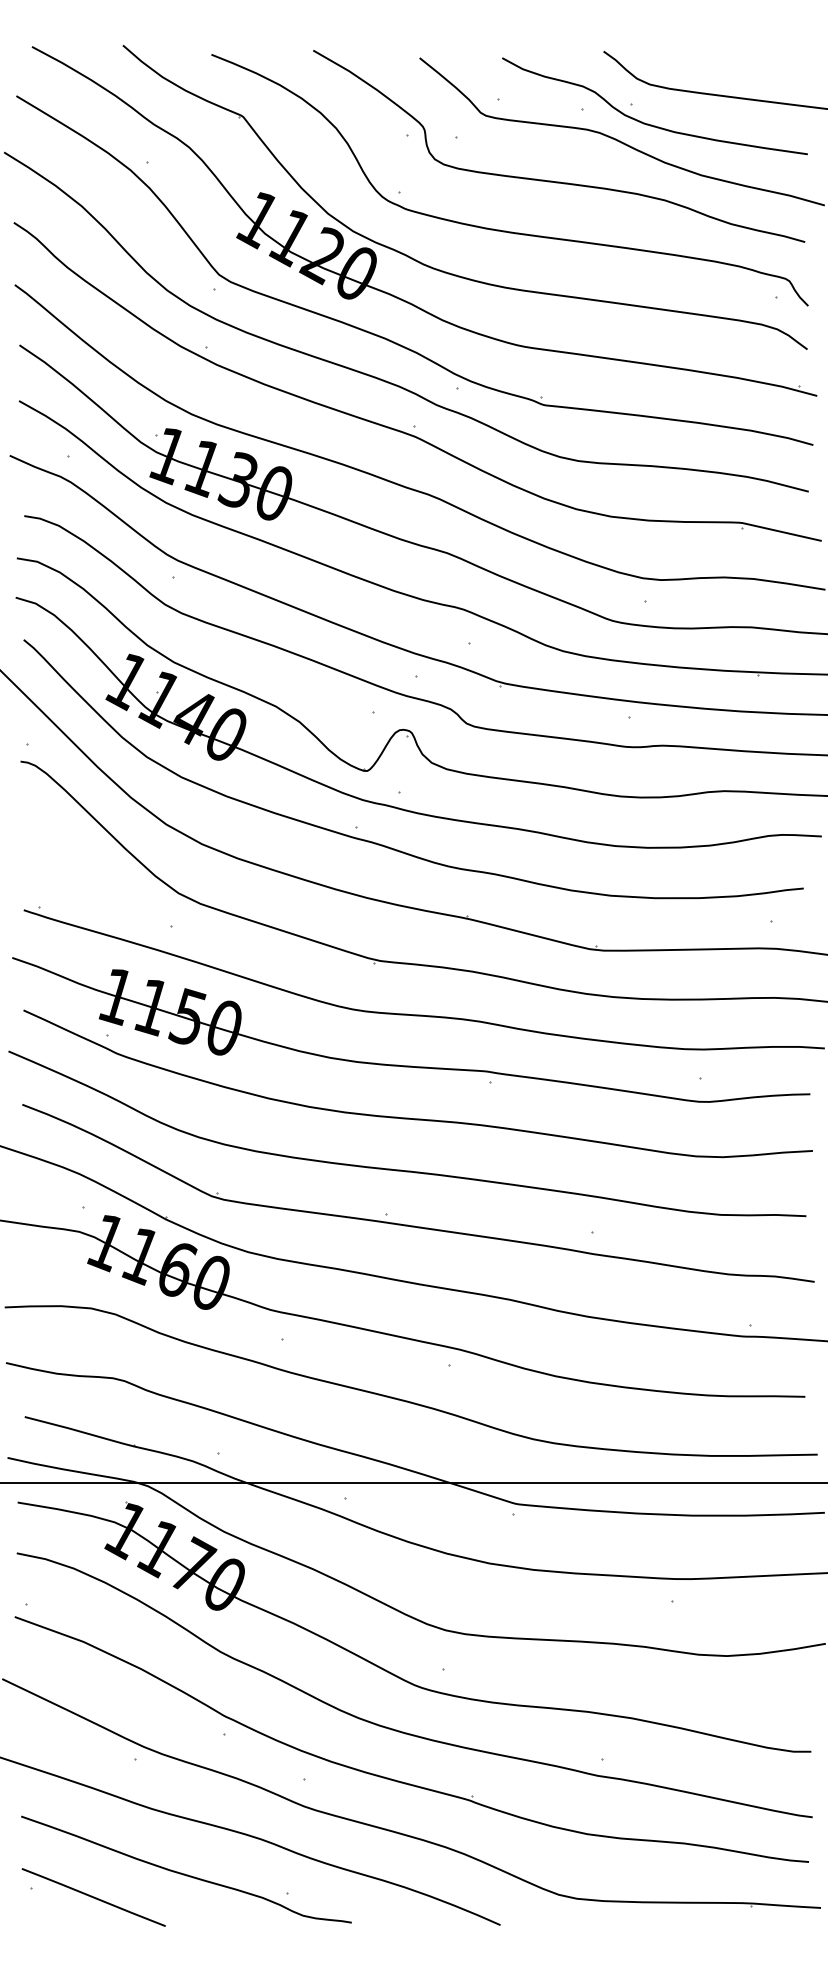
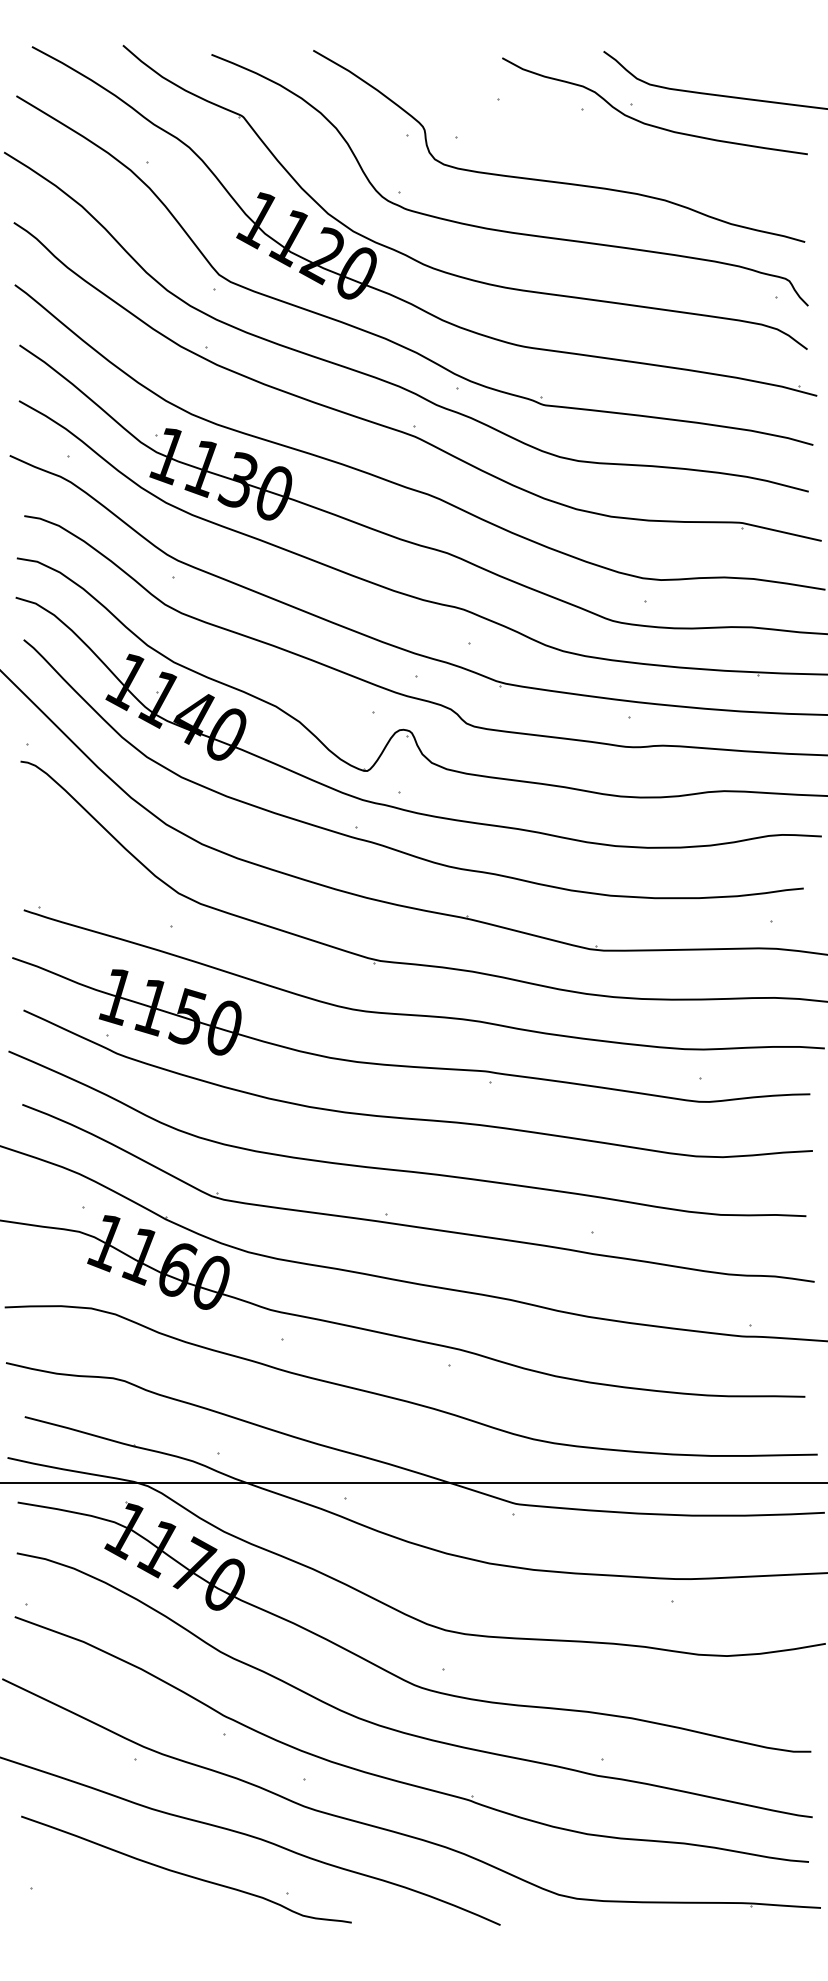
curve at (618, 139): present -> none
line at (93, 1897): present -> none
